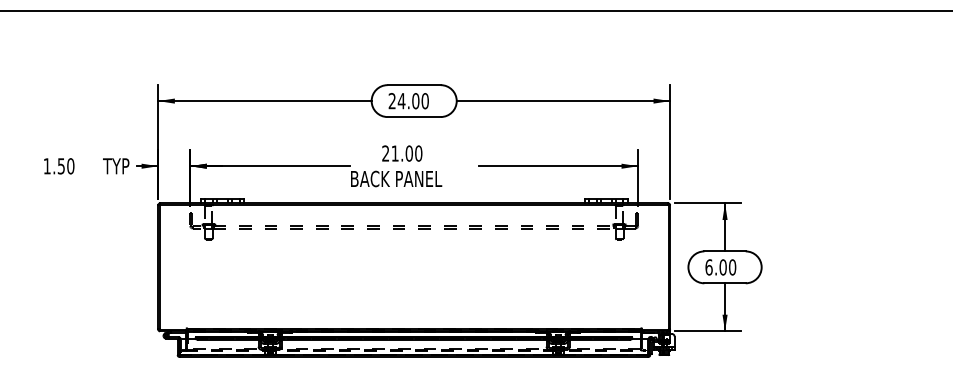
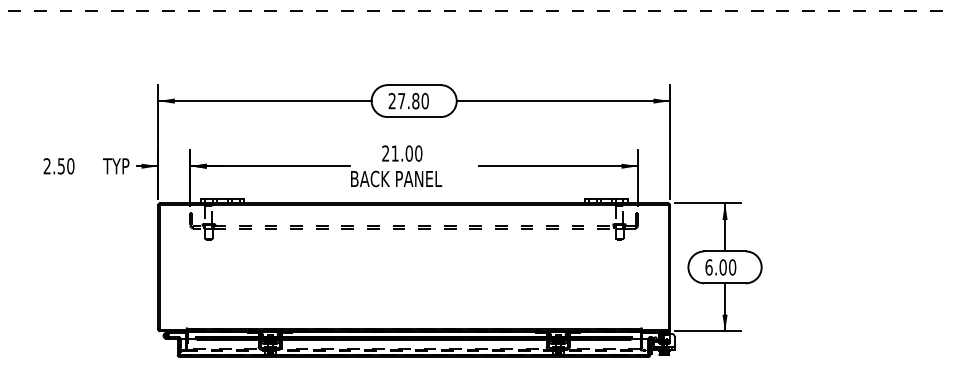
line at (477, 11): solid -> dashed
text at (408, 101): 24.00 -> 27.80
text at (46, 166): 1.50 -> 2.50
